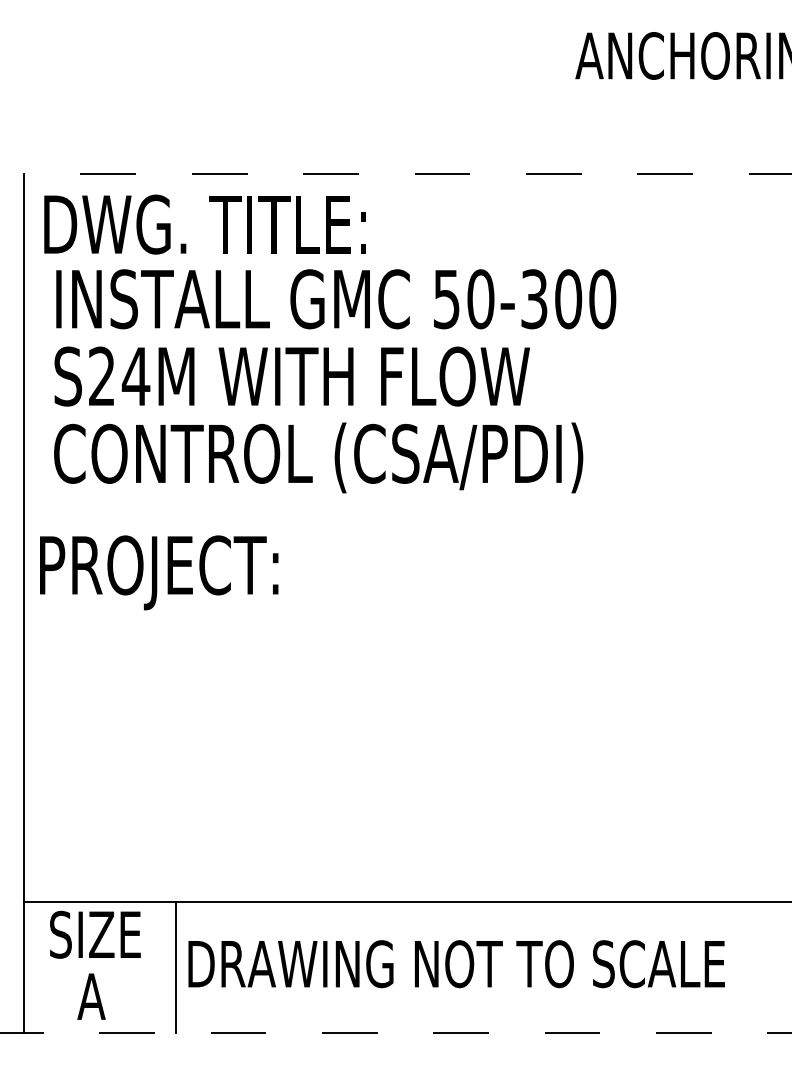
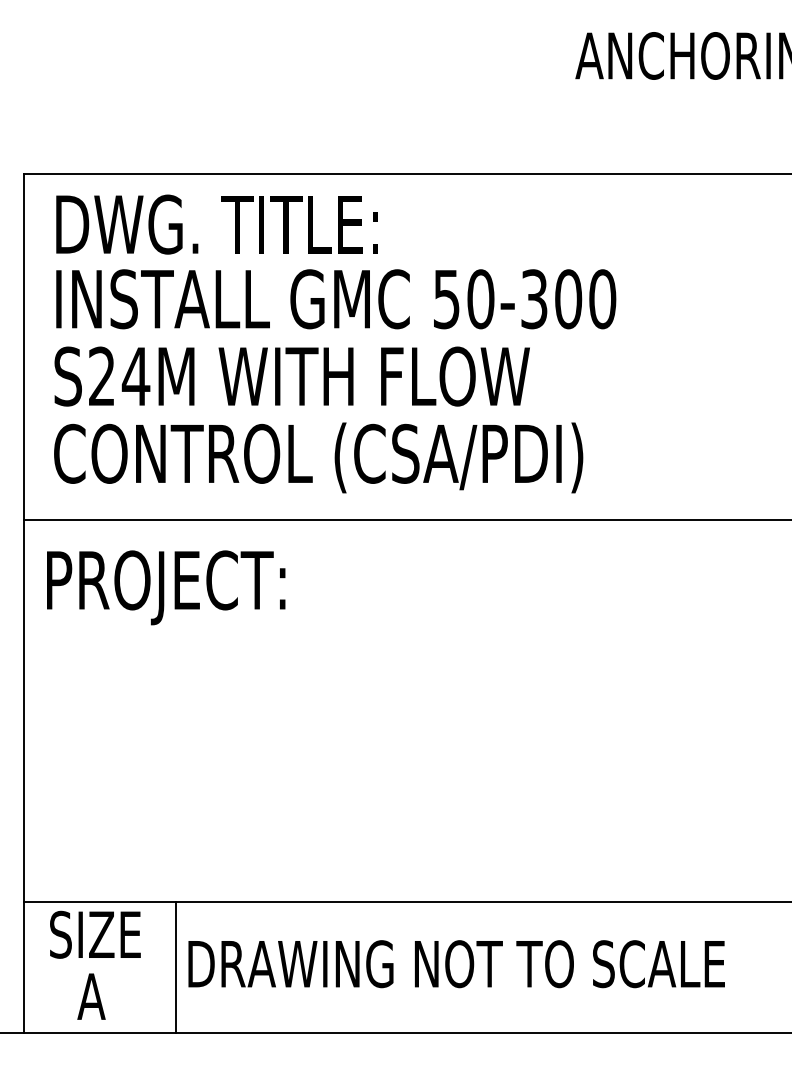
line at (407, 173): dashed -> solid
text at (204, 224) position: (204, 224) -> (216, 224)
line at (405, 519): none -> present
text at (159, 572) position: (159, 572) -> (166, 587)
line at (396, 1033): dashed -> solid
